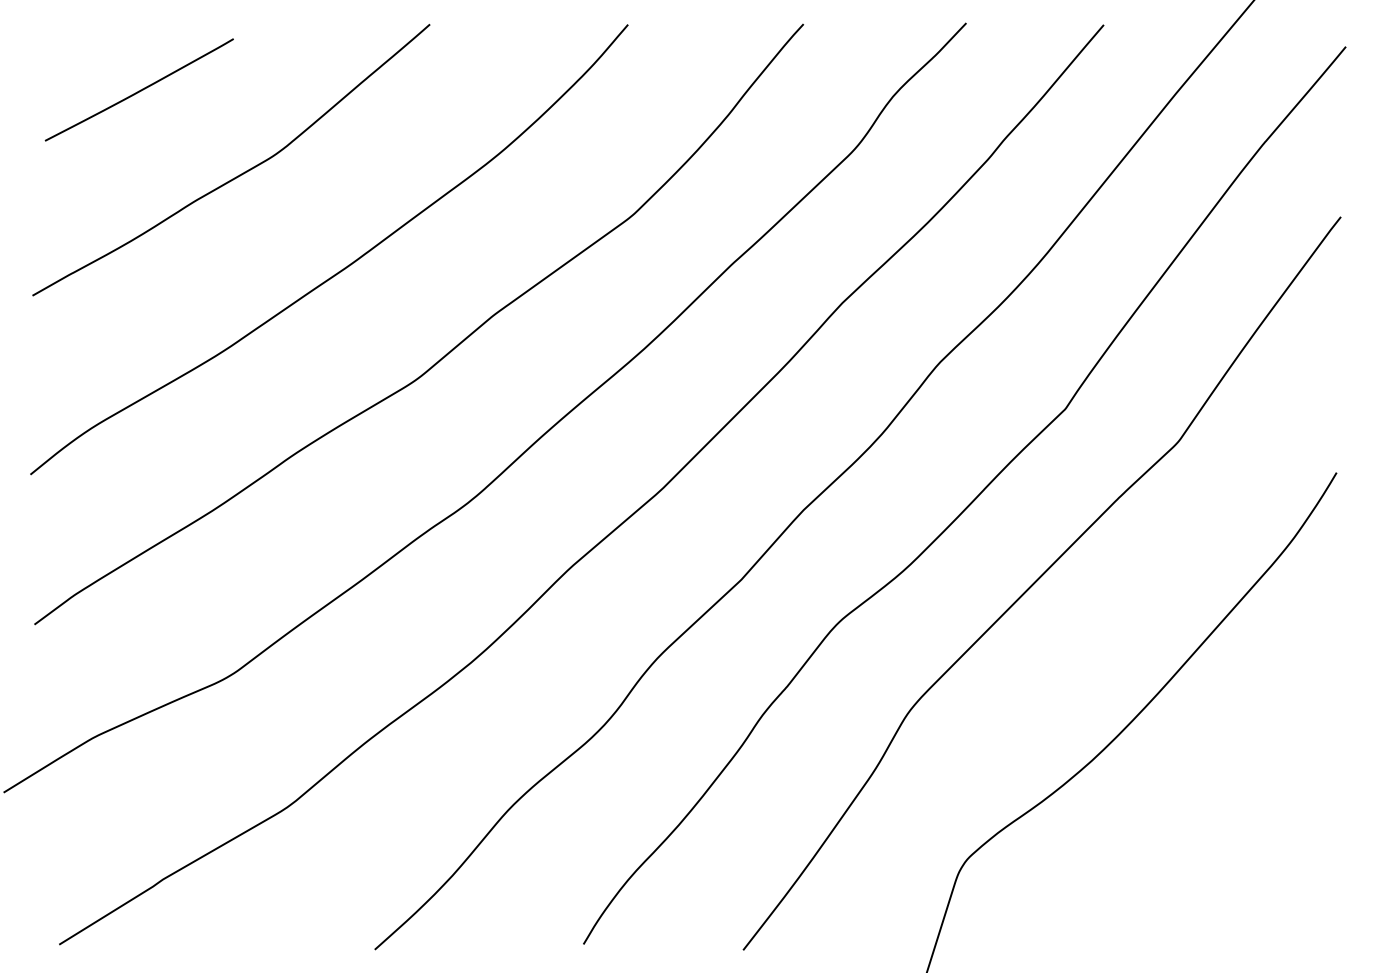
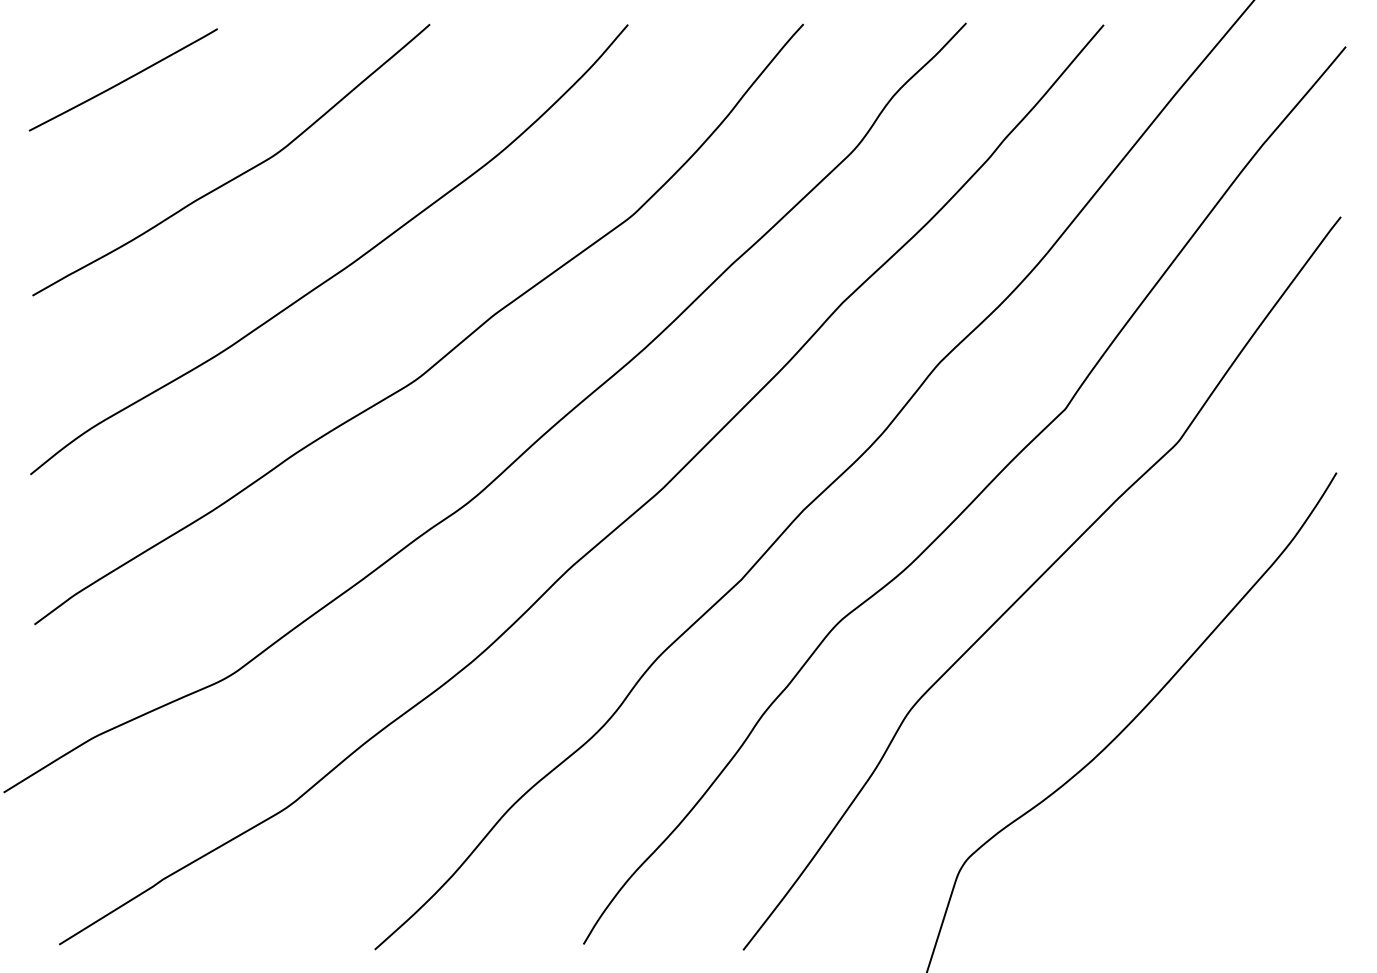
curve at (138, 90) position: (138, 90) -> (122, 80)
